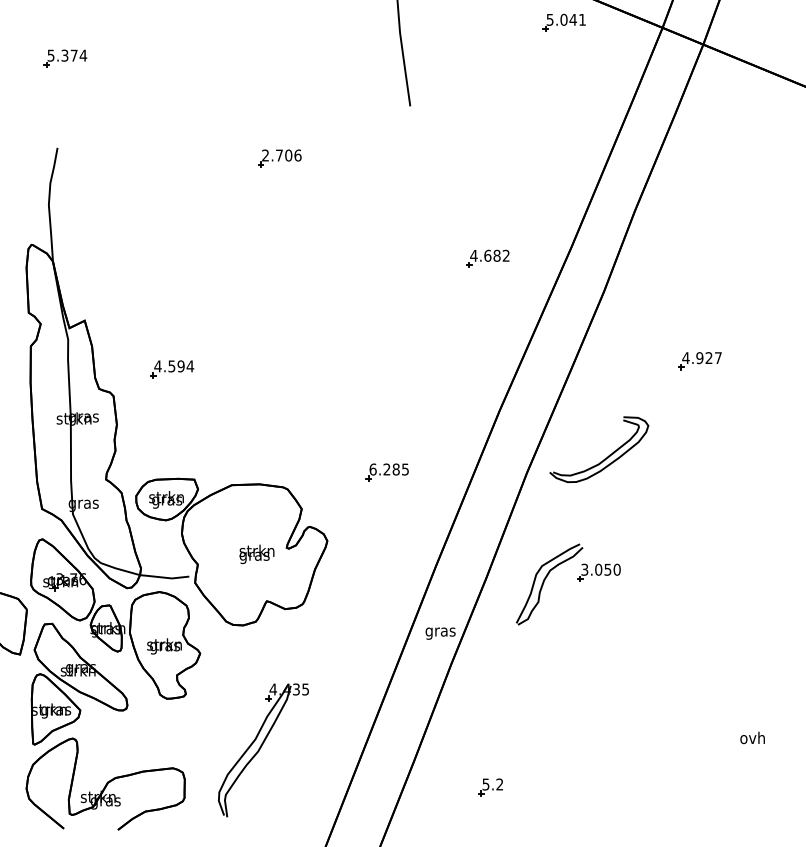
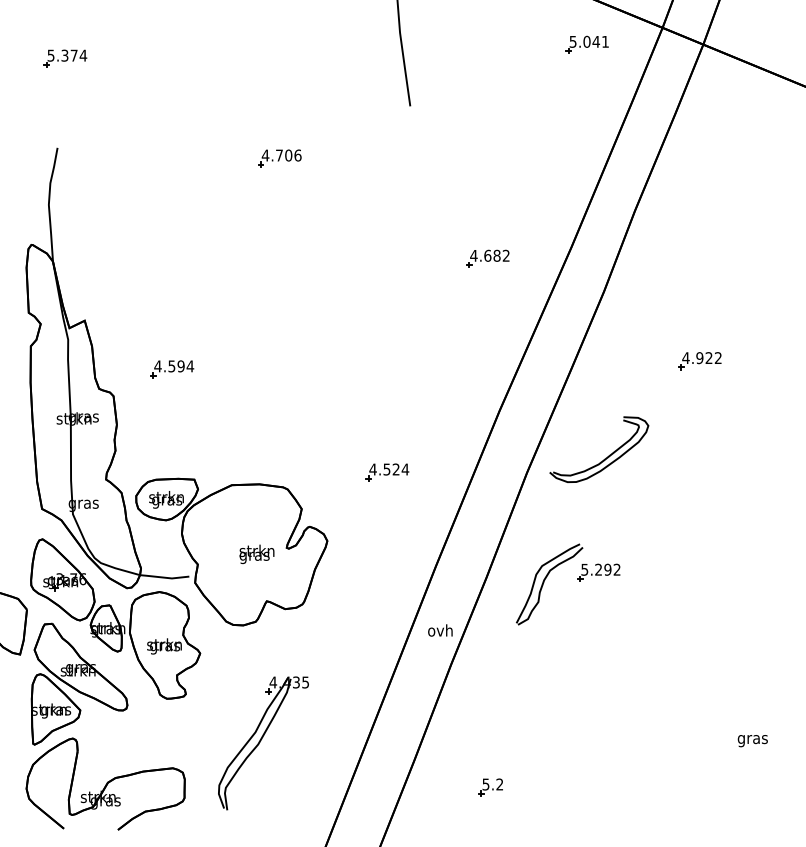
part at (563, 22) position: (563, 22) -> (586, 44)
text at (265, 155): 2.706 -> 4.706
text at (717, 357): 4.927 -> 4.922
text at (389, 469): 6.285 -> 4.524
text at (600, 569): 3.050 -> 5.292
text at (440, 631): gras -> ovh
text at (752, 739): ovh -> gras
part at (263, 750) position: (263, 750) -> (263, 743)
